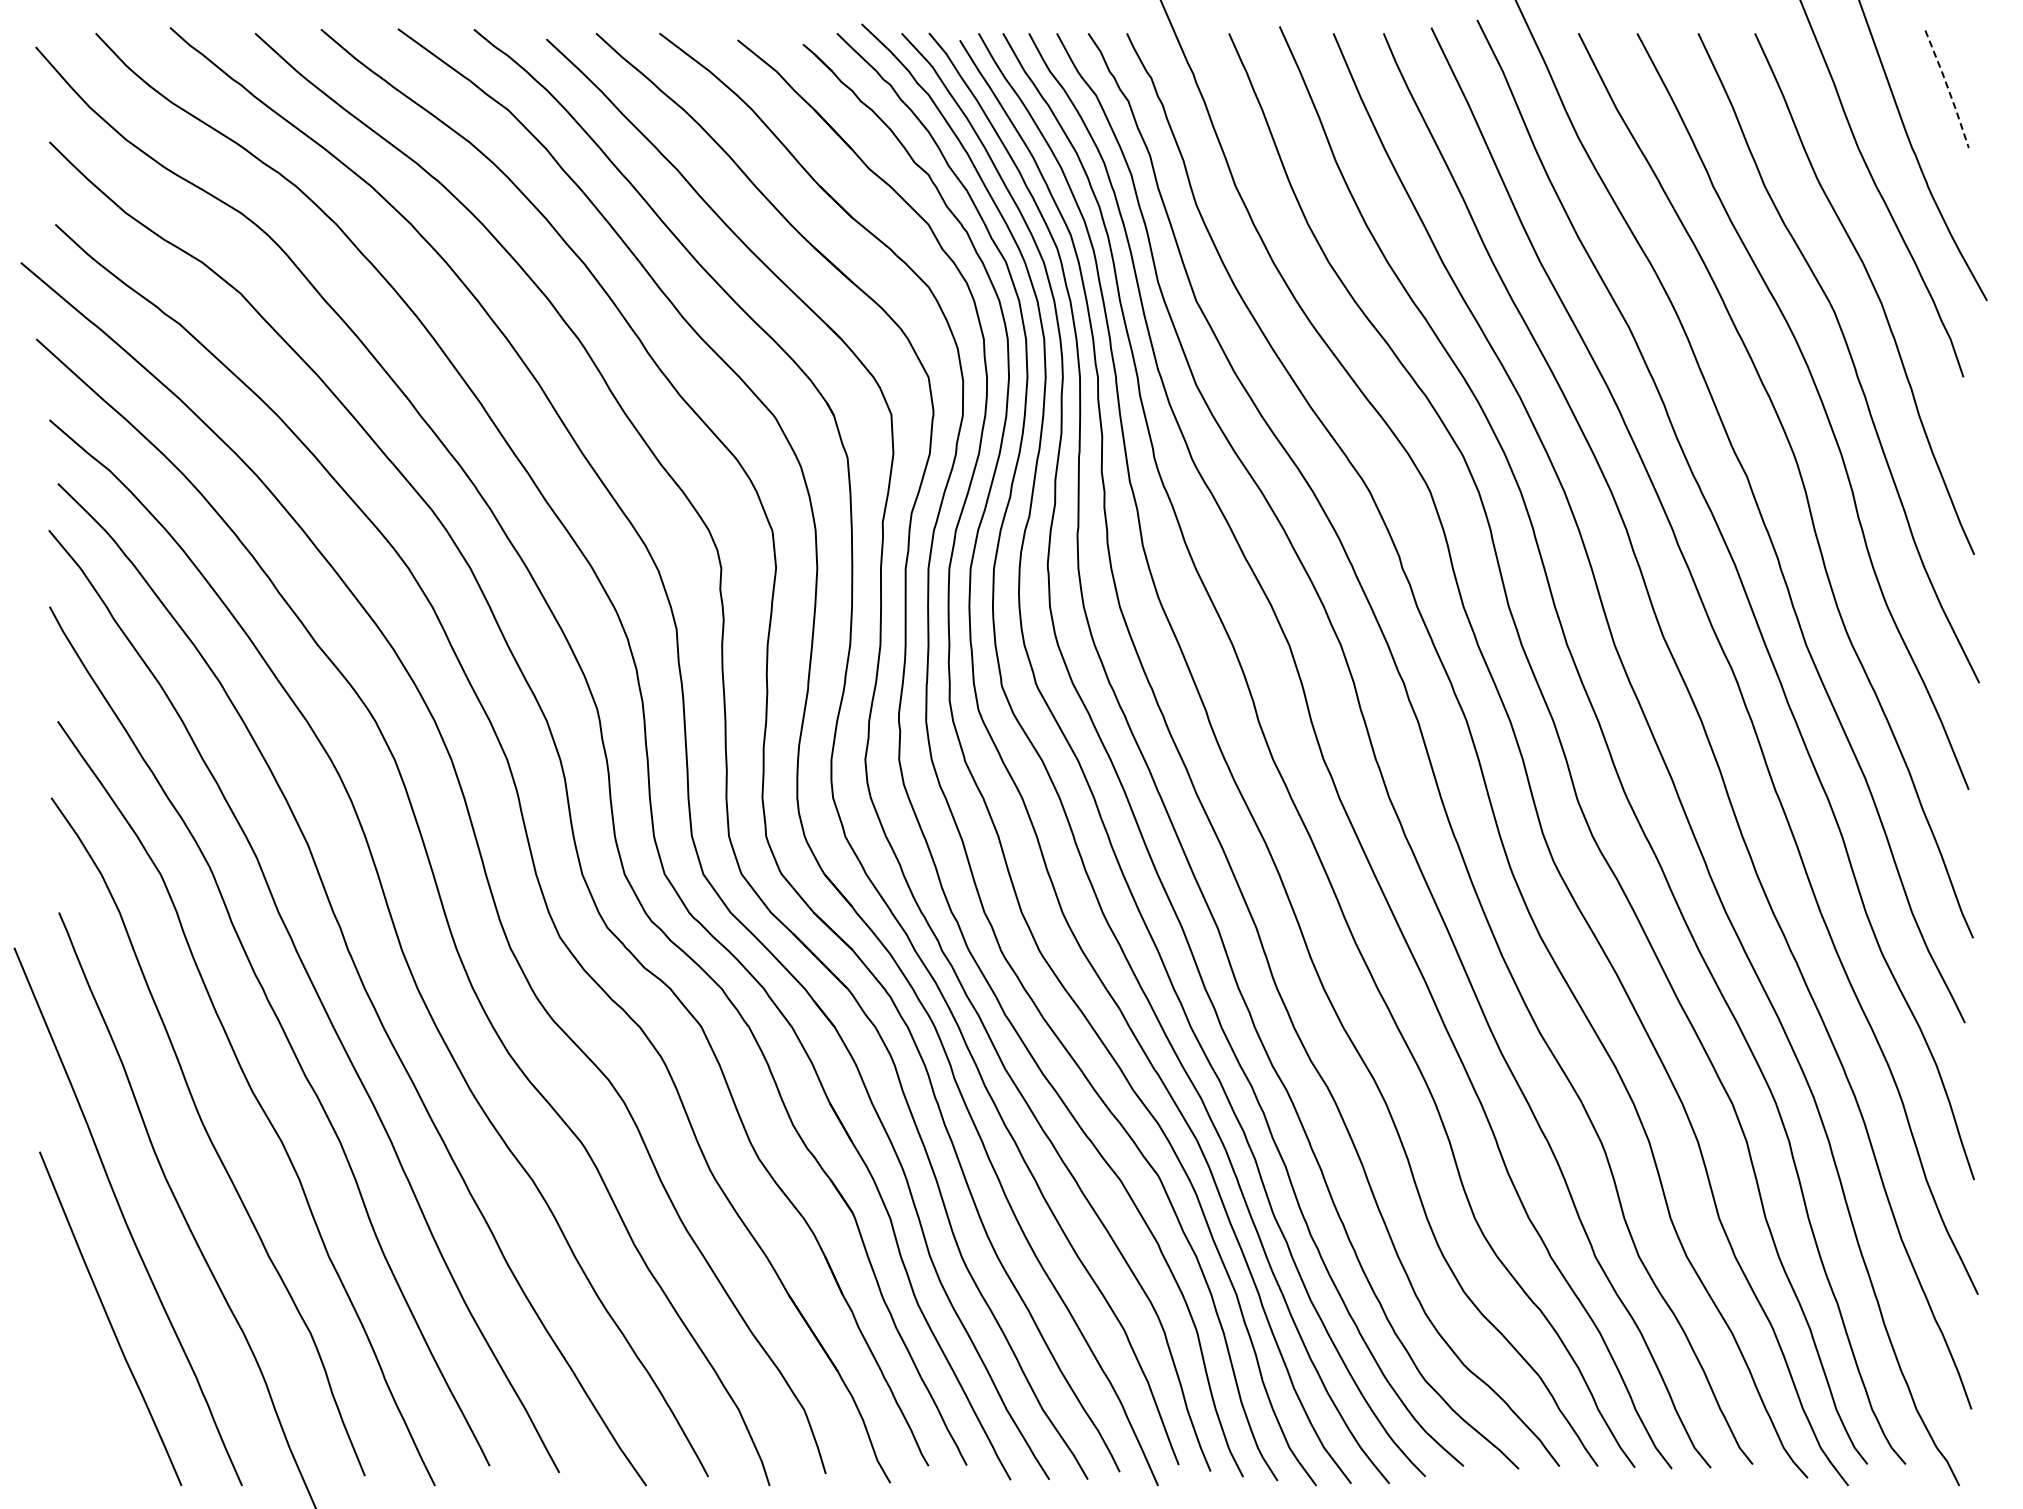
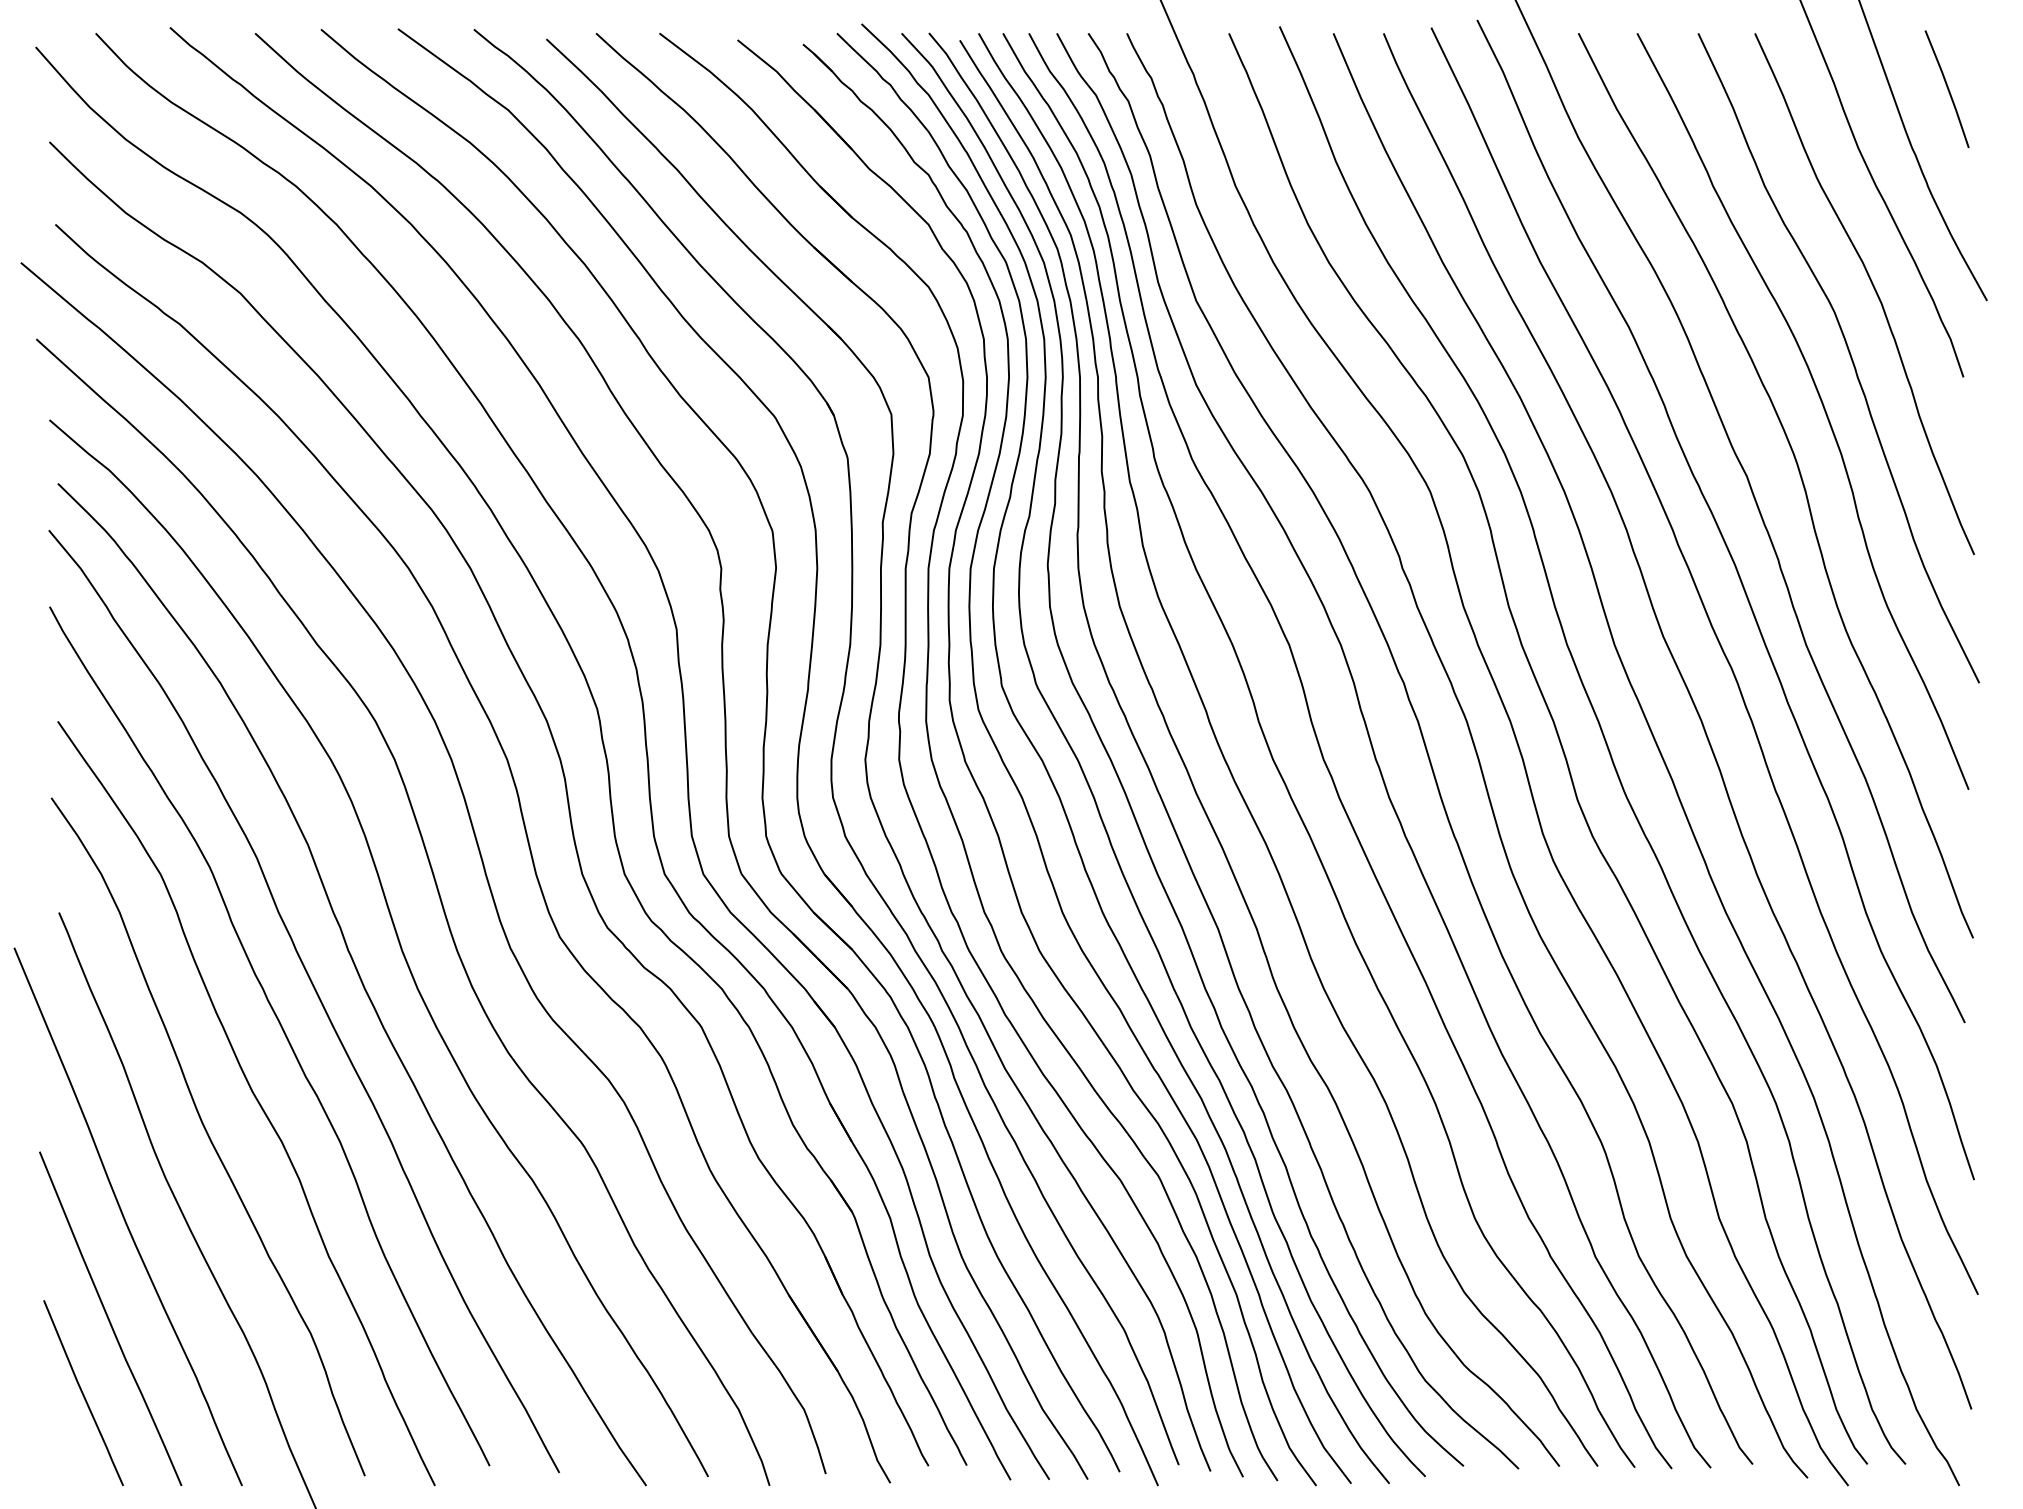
line at (1948, 89): dashed -> solid
line at (83, 1393): none -> present
